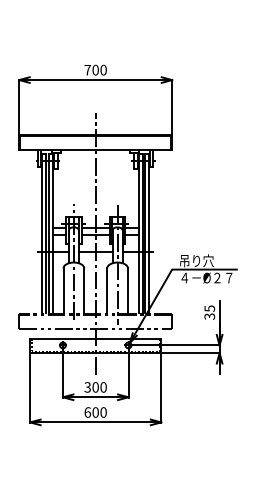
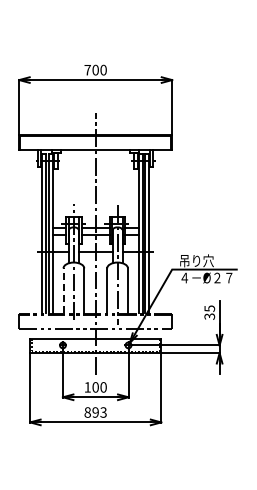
line at (63, 290): solid -> dashed
text at (87, 387): 300 -> 100
text at (95, 412): 600 -> 893
